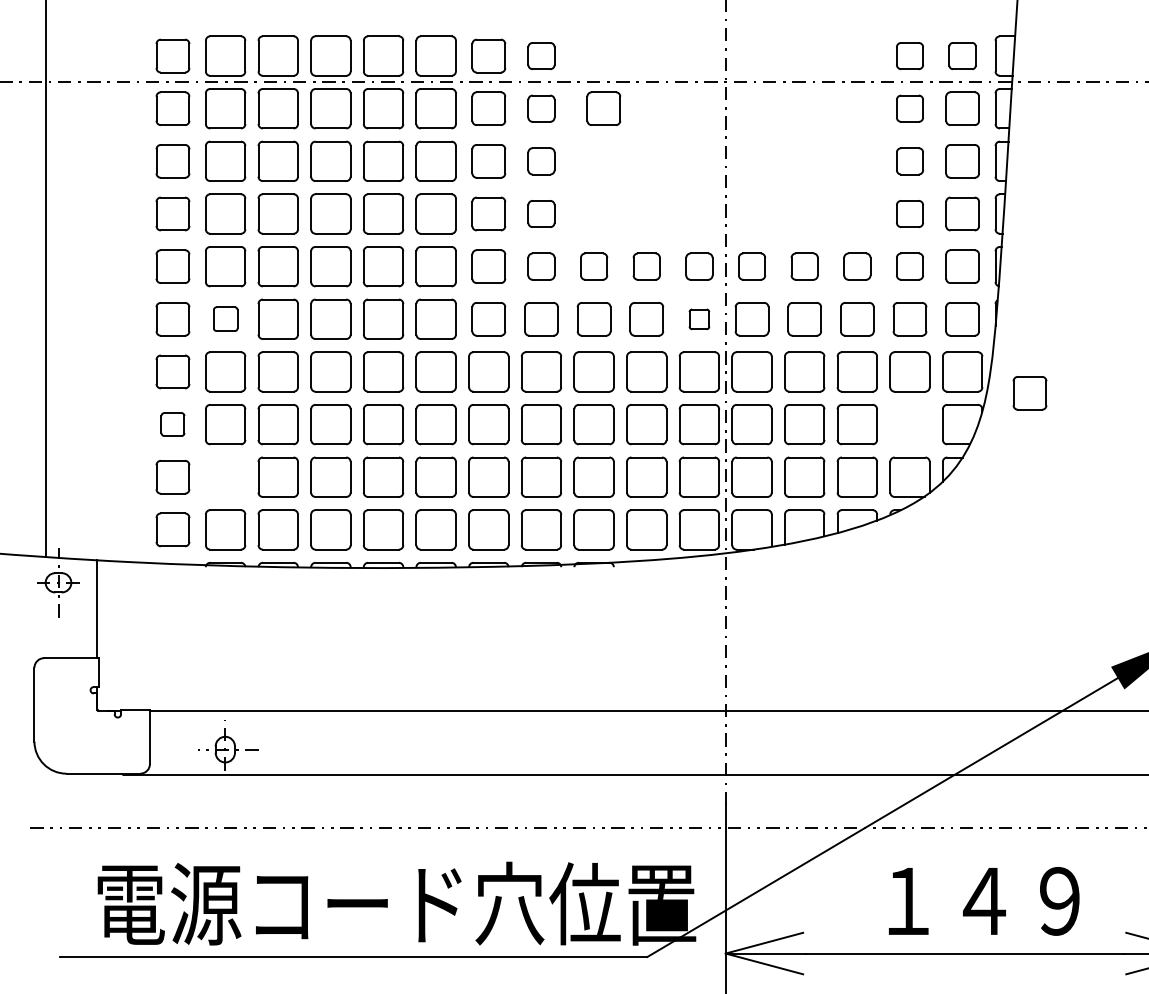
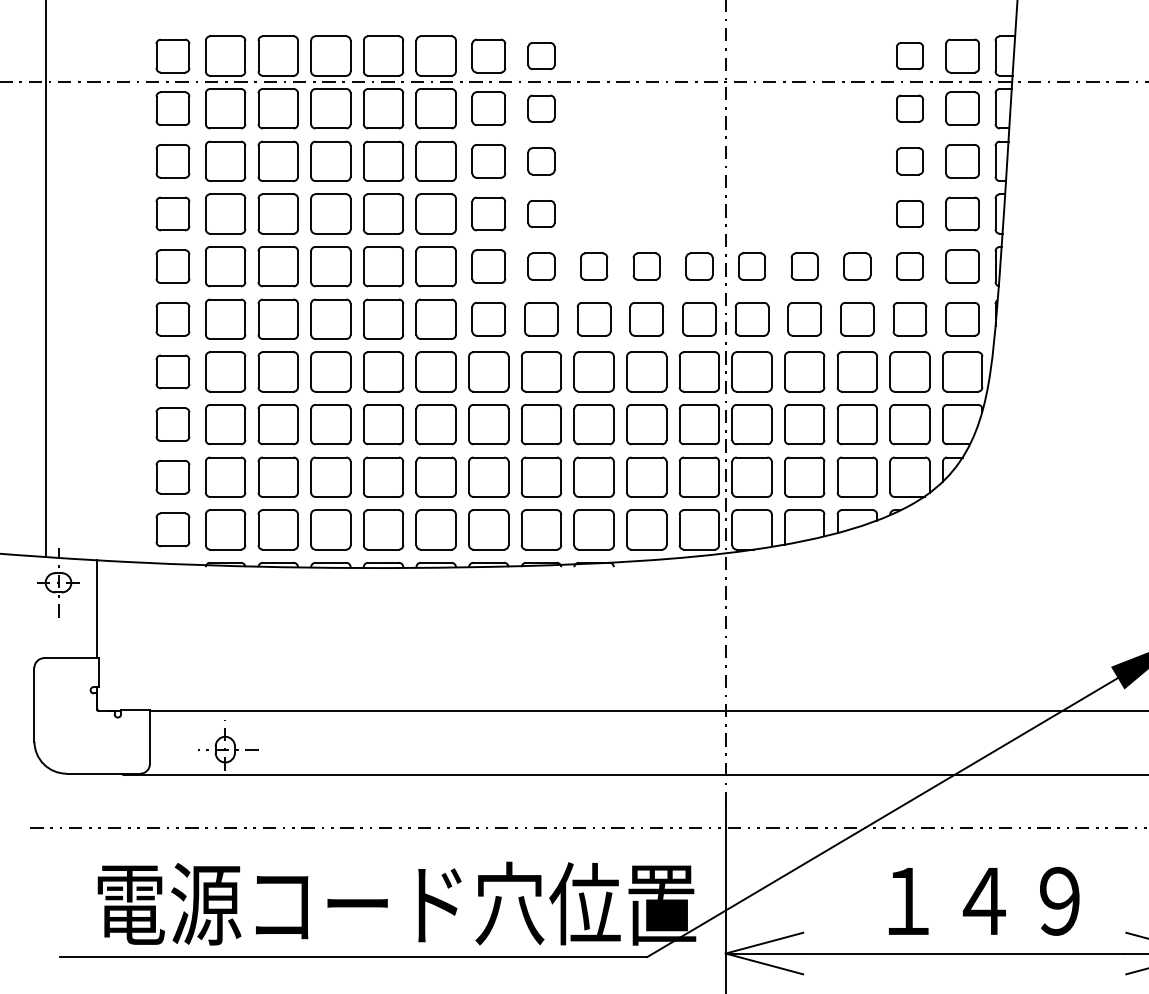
part at (962, 56) size: 29x29 px -> 35x36 px
part at (603, 108): present -> none
part at (225, 318) size: 26x26 px -> 42x42 px
part at (699, 319) size: 23x23 px -> 35x35 px
part at (1029, 393): present -> none
part at (172, 424) size: 26x25 px -> 36x35 px
part at (909, 424): none -> present
part at (225, 476): none -> present
